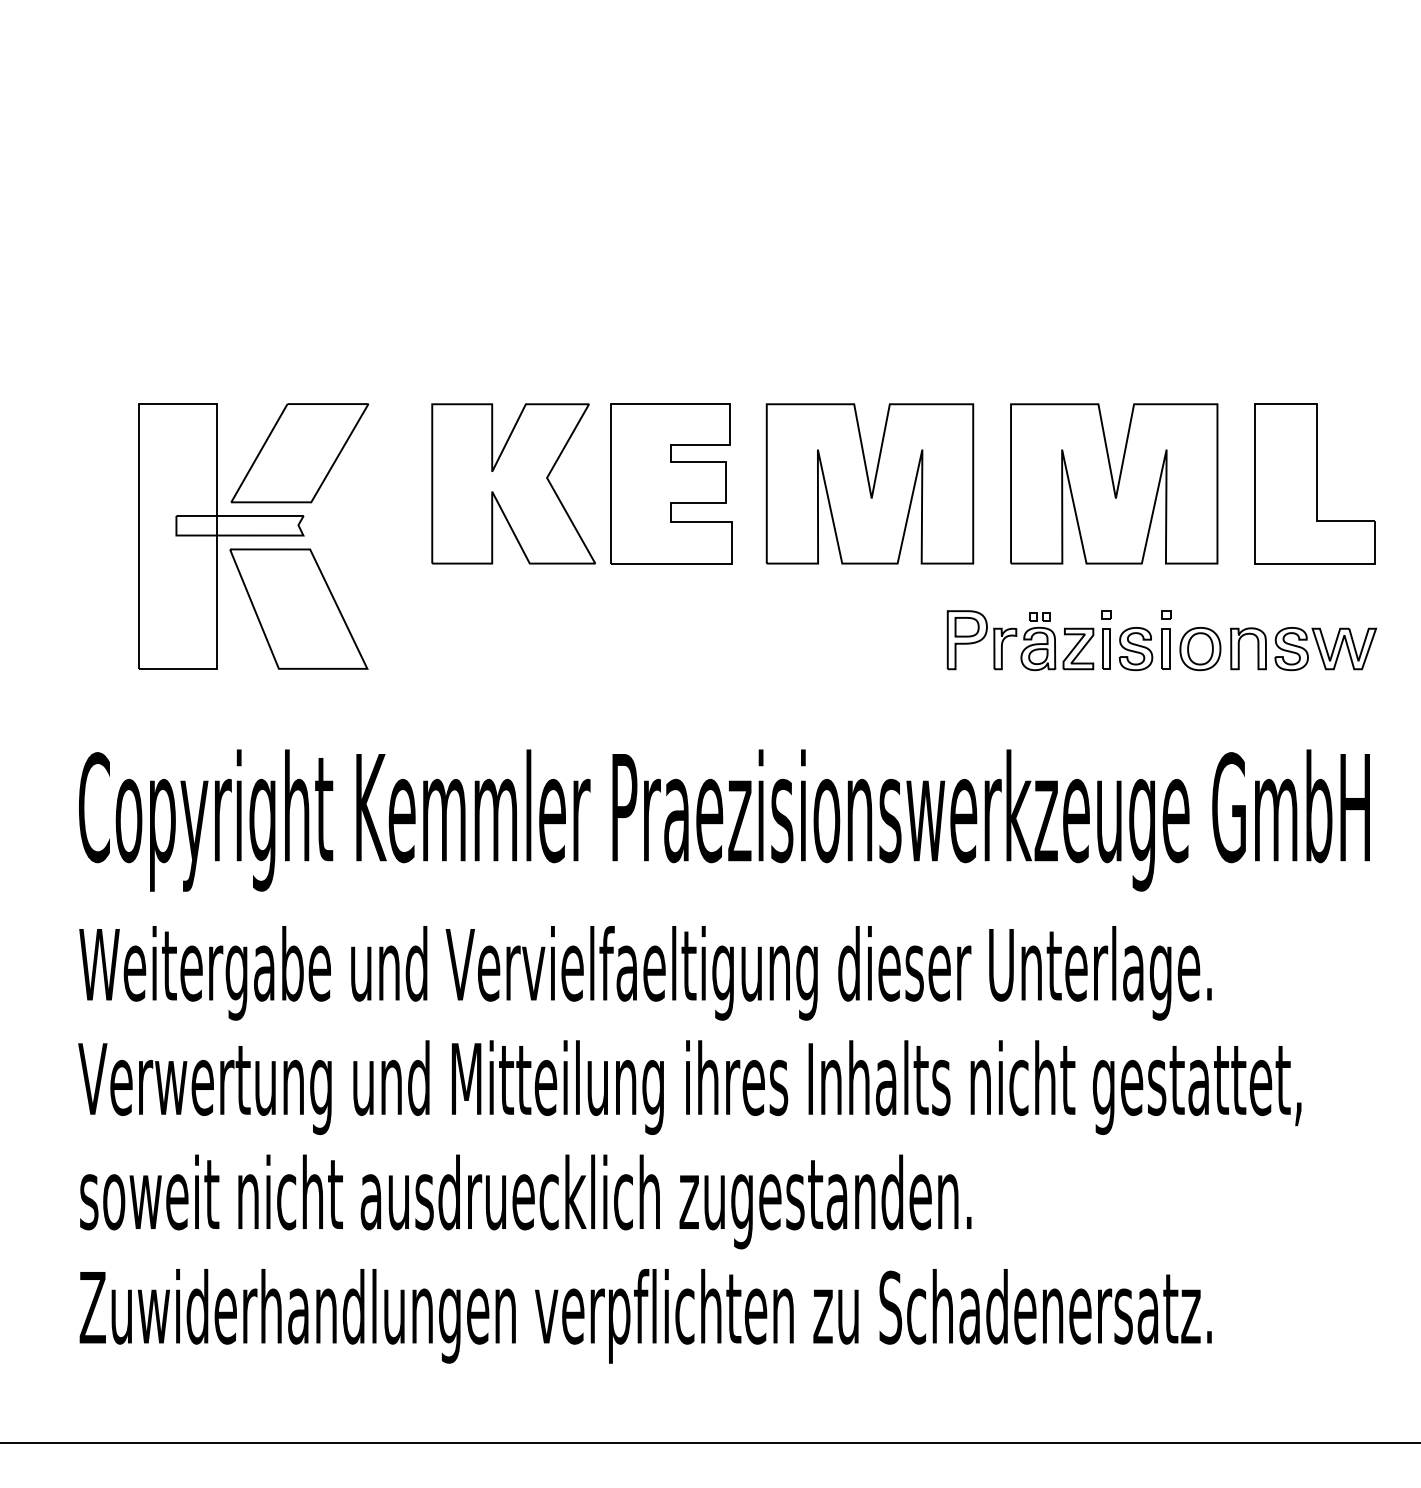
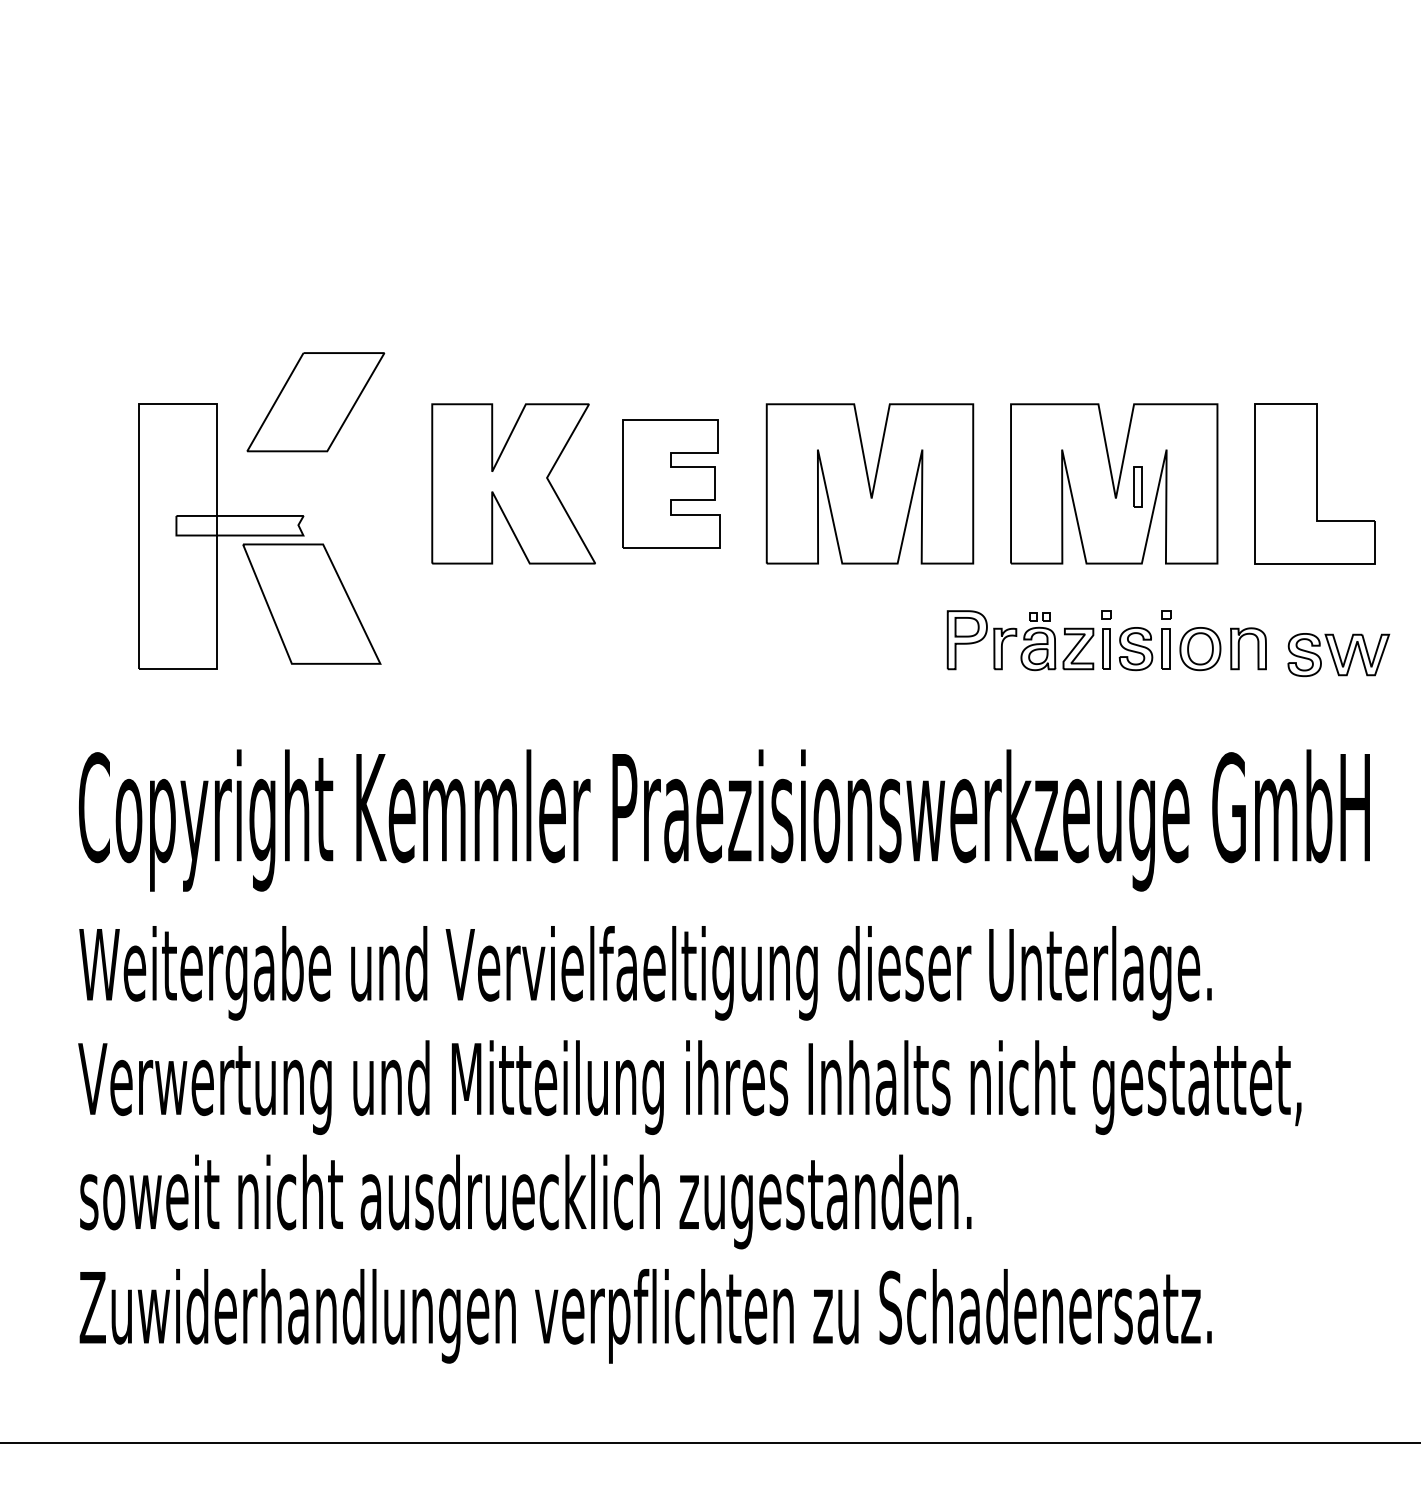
part at (299, 453) position: (299, 453) -> (315, 402)
part at (671, 483) size: 123x162 px -> 99x130 px
part at (1137, 486): none -> present
part at (298, 608) position: (298, 608) -> (311, 603)
part at (1325, 649) position: (1325, 649) -> (1338, 655)
